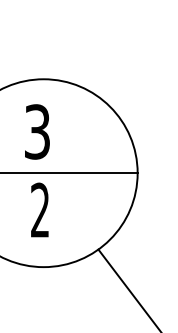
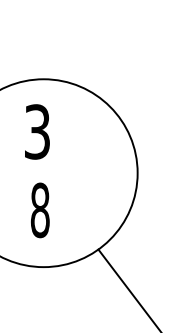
line at (69, 173): present -> none
text at (39, 210): 2 -> 8
